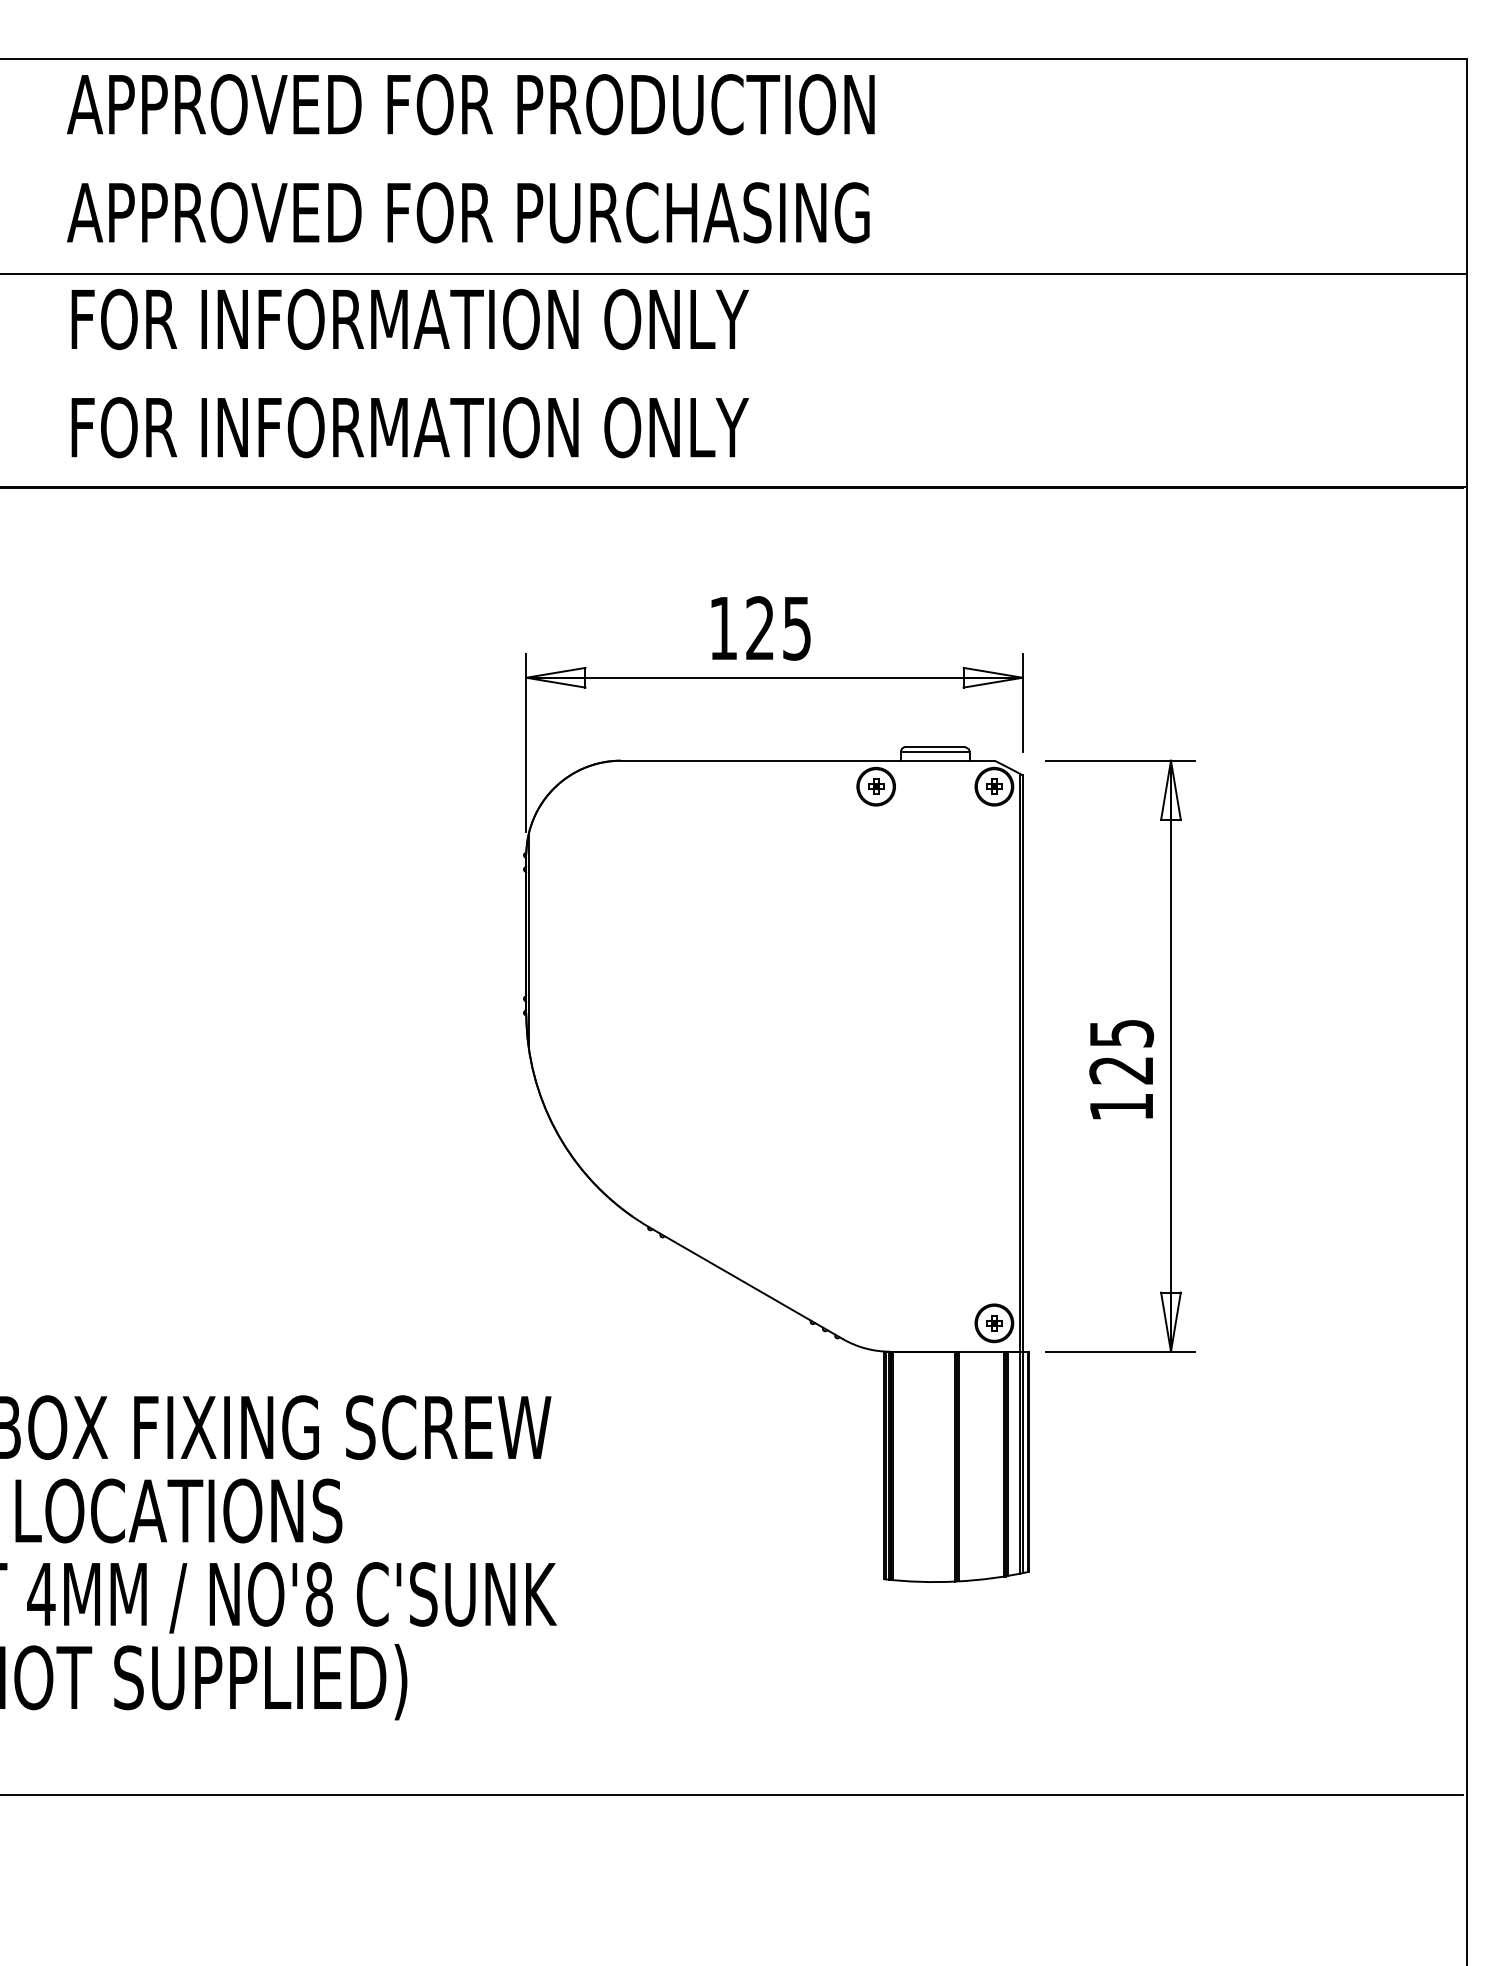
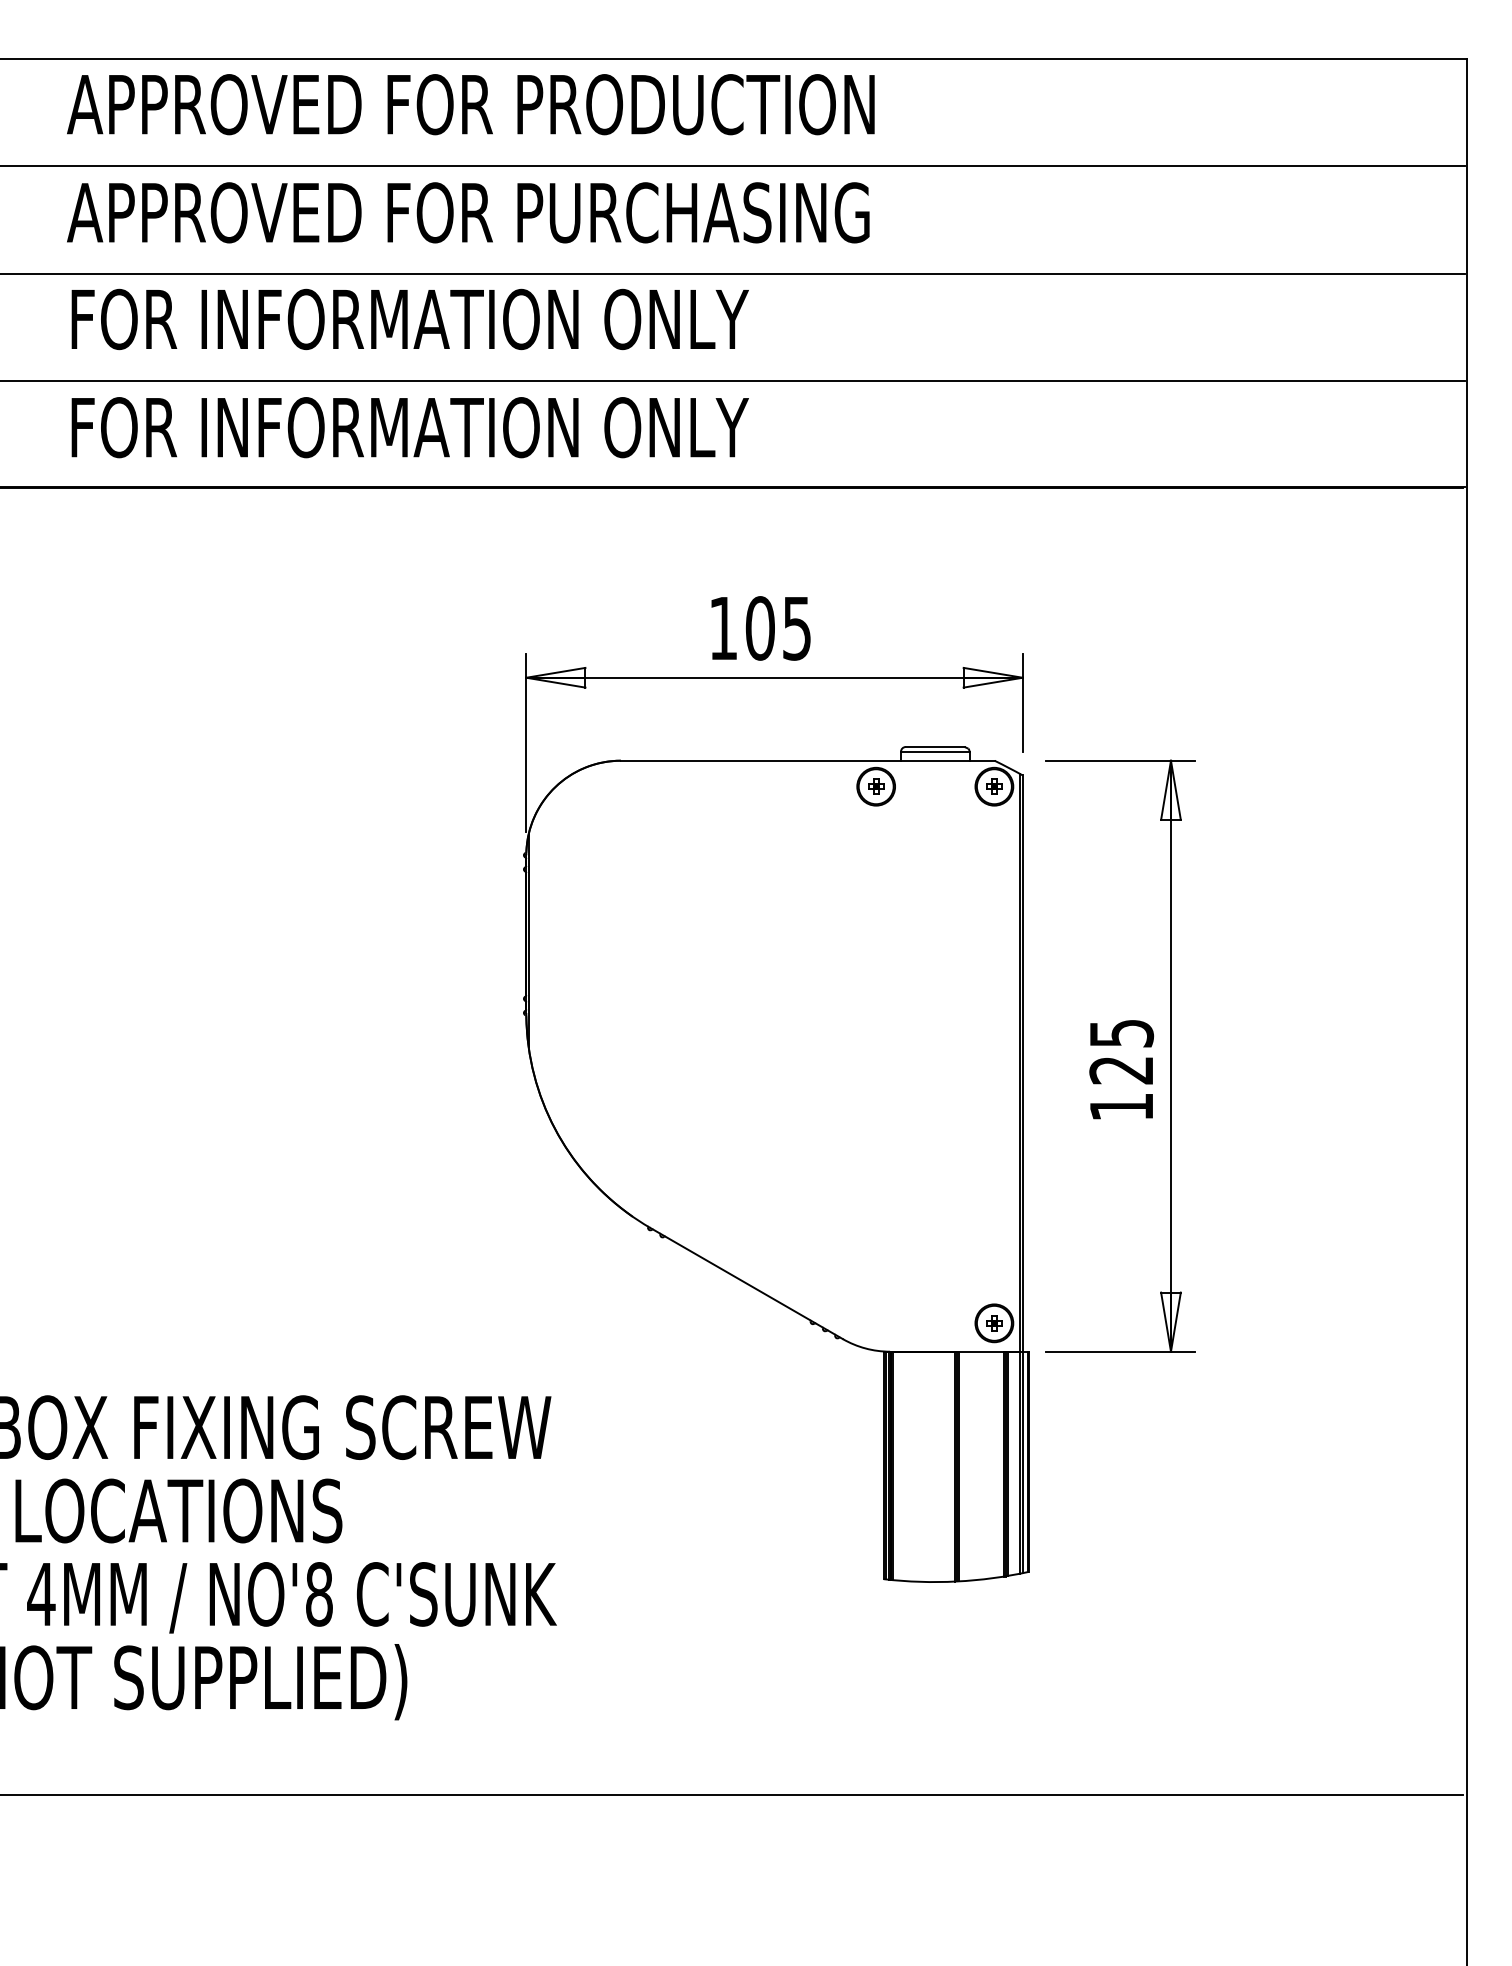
line at (733, 166): none -> present
line at (733, 381): none -> present
text at (759, 628): 125 -> 105
